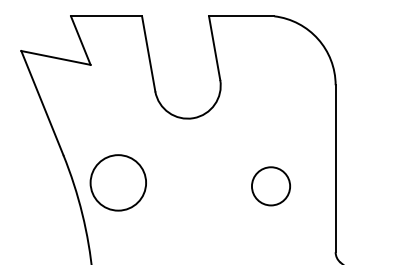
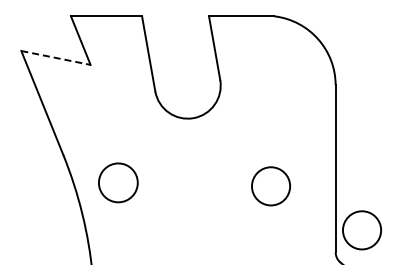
line at (56, 58): solid -> dashed
circle at (118, 182) diameter: 56 px -> 39 px
circle at (361, 230): none -> present
